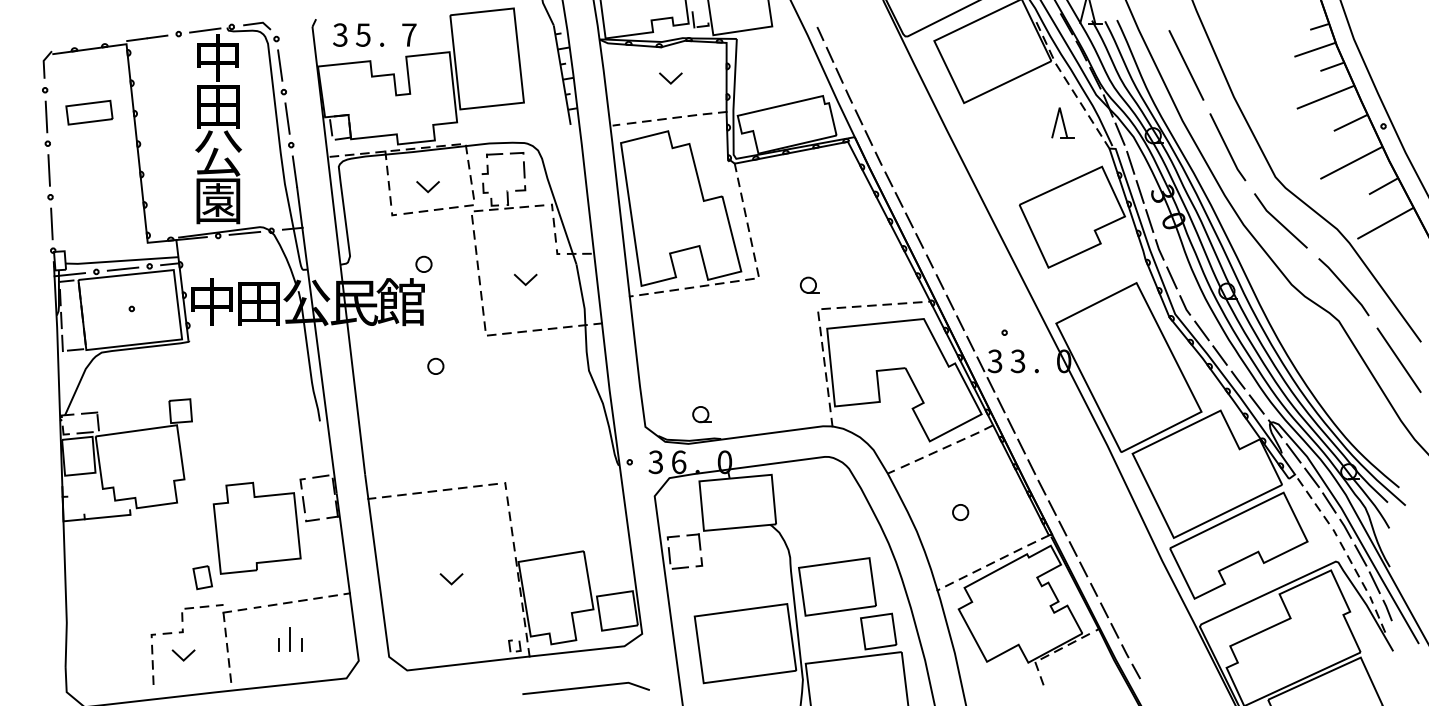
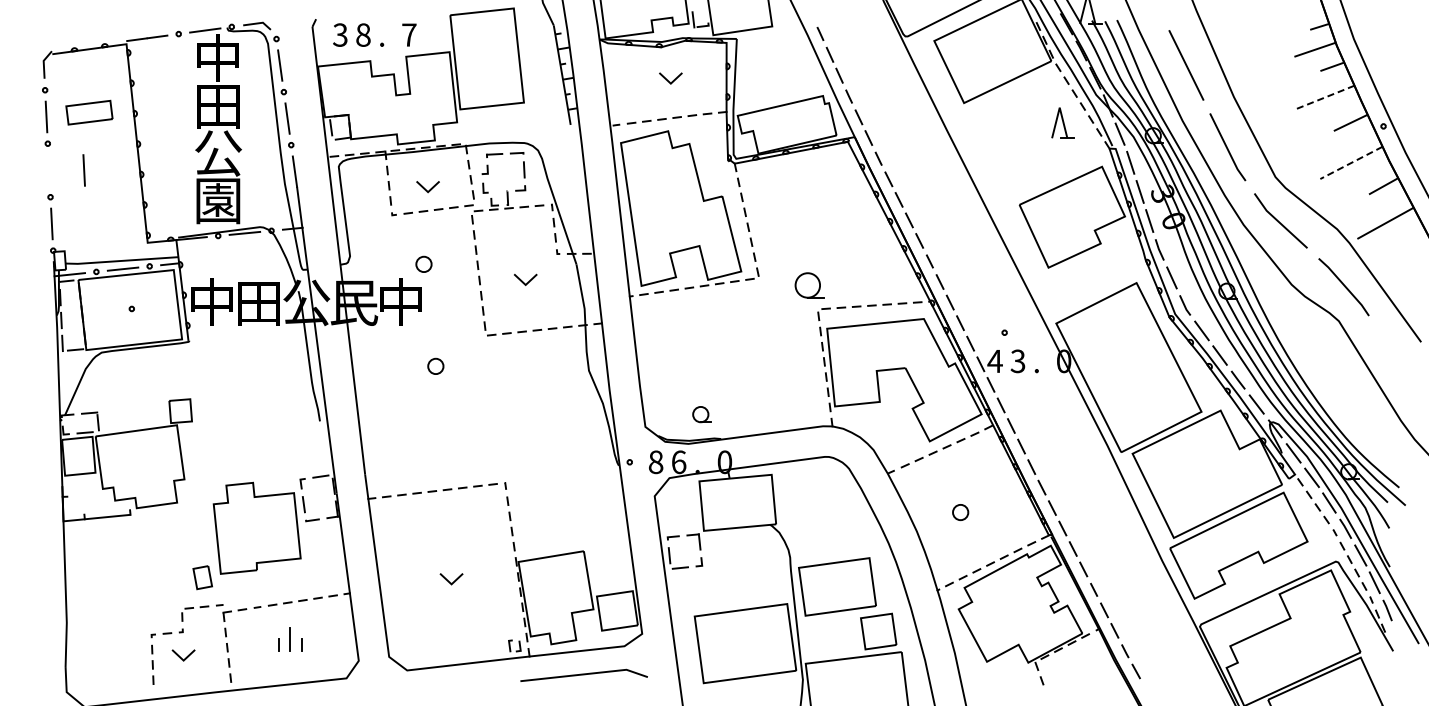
text at (363, 34): 5 -> 8
line at (1325, 97): solid -> dashed
line at (1351, 163): solid -> dashed
line at (48, 170) position: (48, 170) -> (83, 170)
part at (809, 284) size: 21x18 px -> 31x27 px
text at (400, 302): 館 -> 中
line at (1398, 359): present -> none
text at (994, 361): 3 -> 4
text at (655, 461): 3 -> 8
line at (585, 687) position: (585, 687) -> (583, 674)
